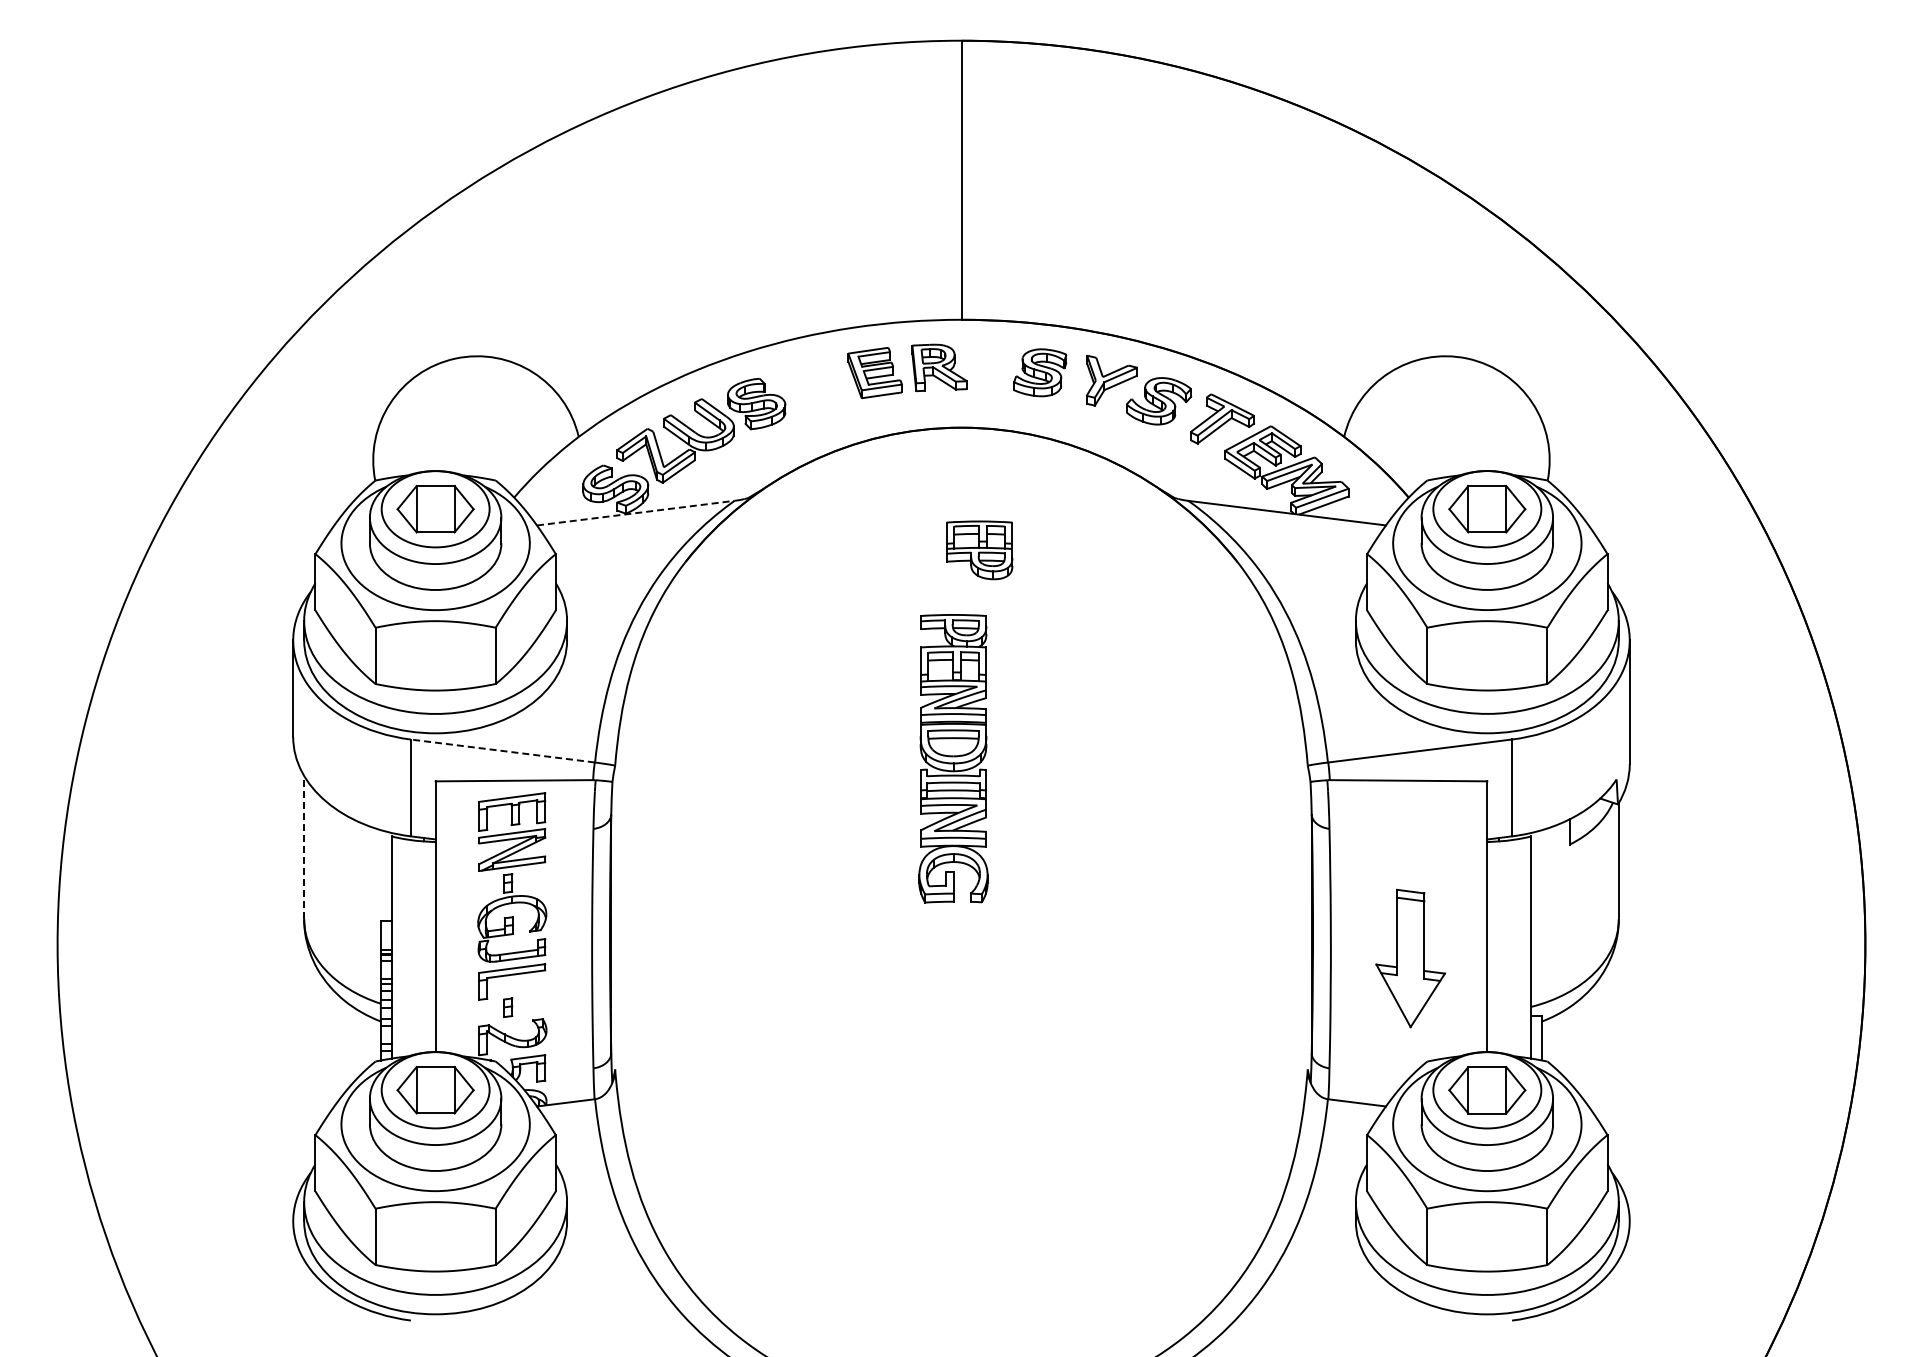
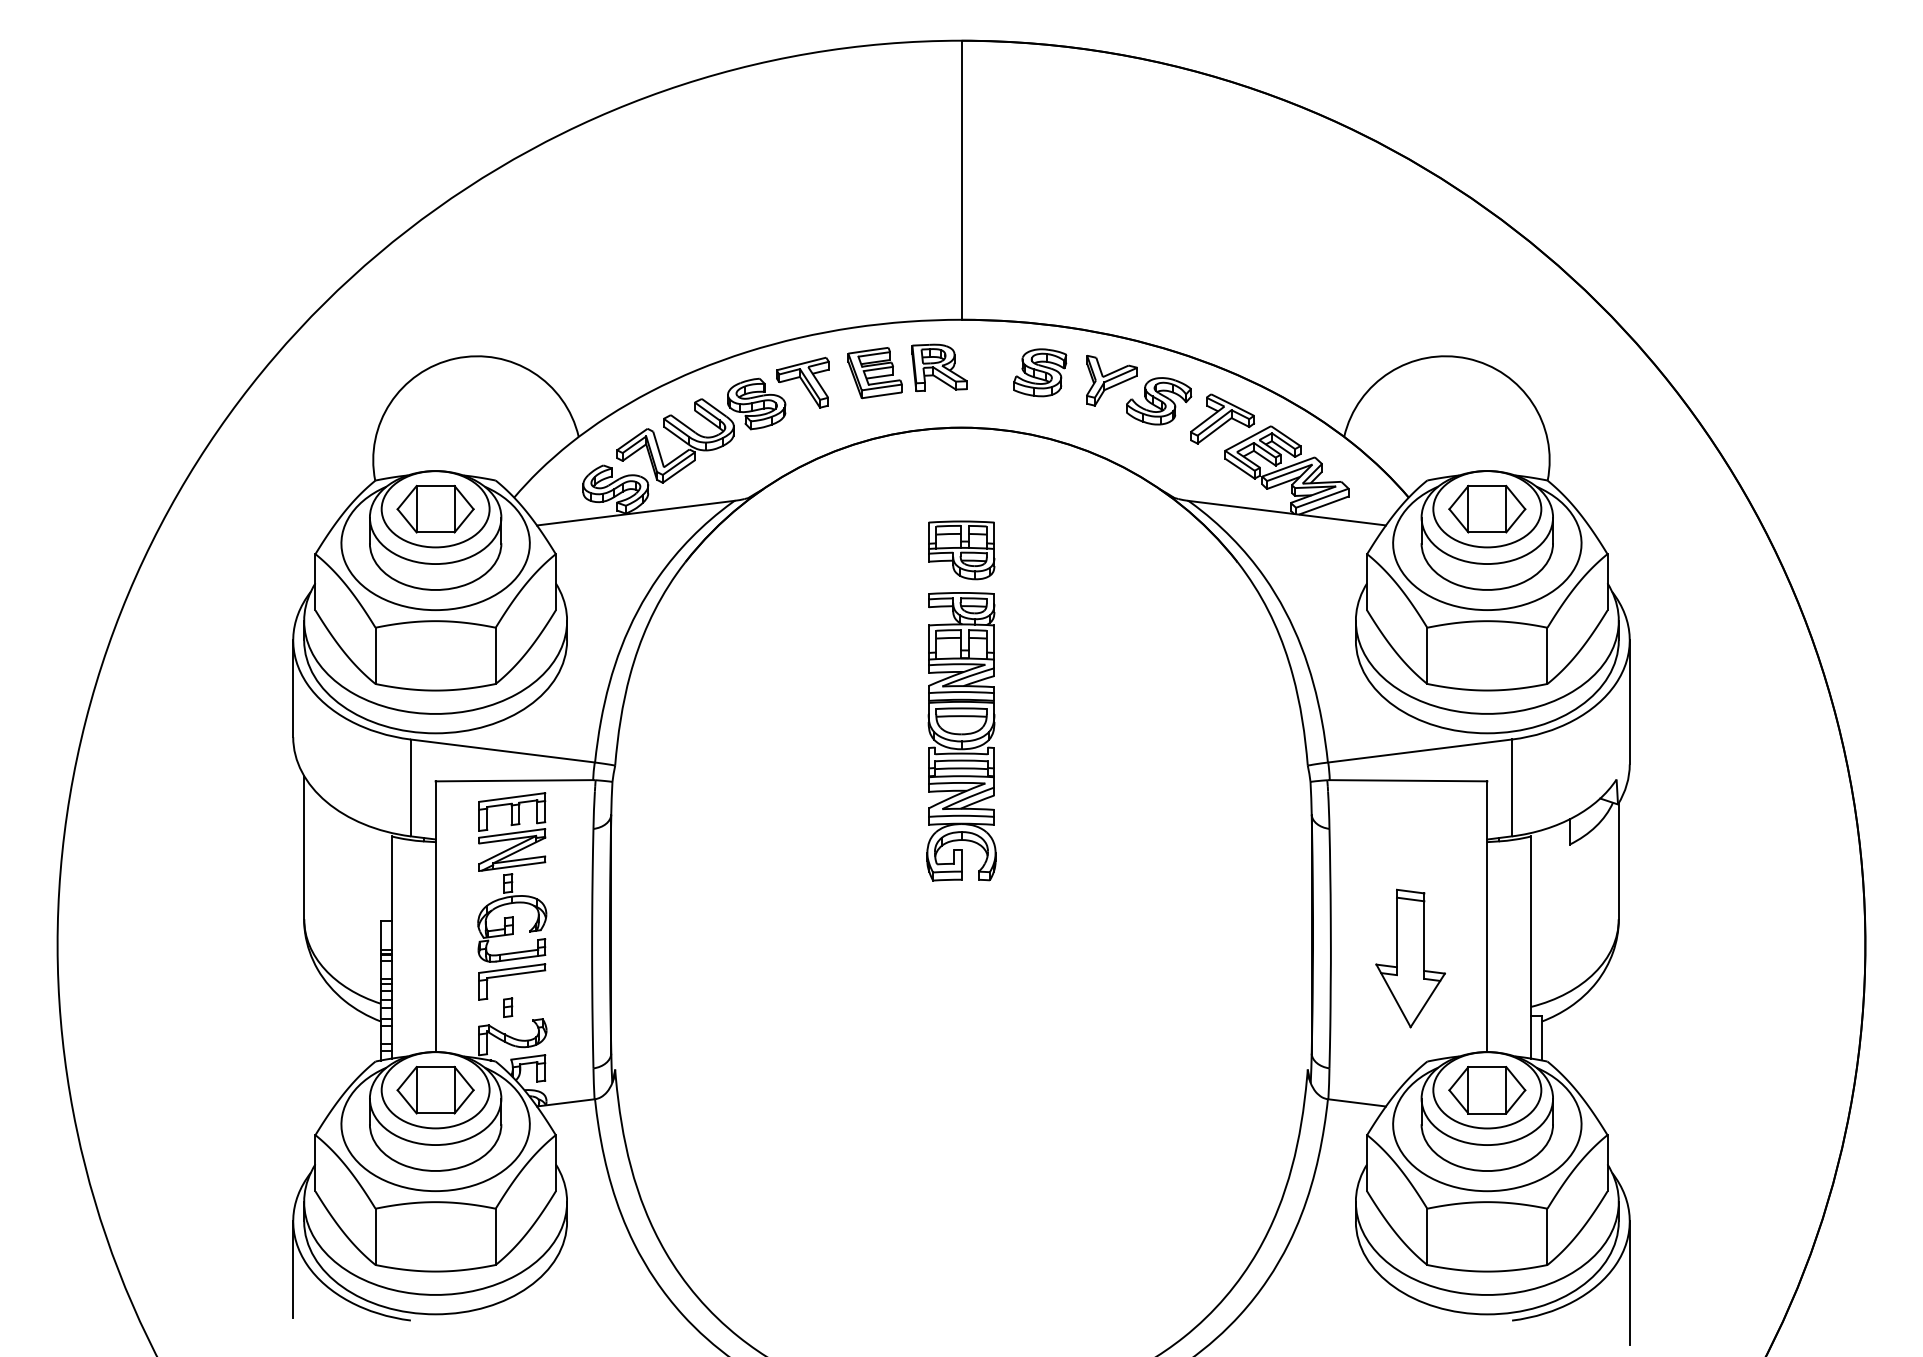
part at (802, 382): none -> present
line at (635, 513): dashed -> solid
part at (979, 550) position: (979, 550) -> (961, 550)
line at (502, 751): dashed -> solid
part at (953, 758) position: (953, 758) -> (961, 736)
line at (304, 847): dashed -> solid
line at (293, 1269): none -> present
line at (1629, 1283): none -> present
